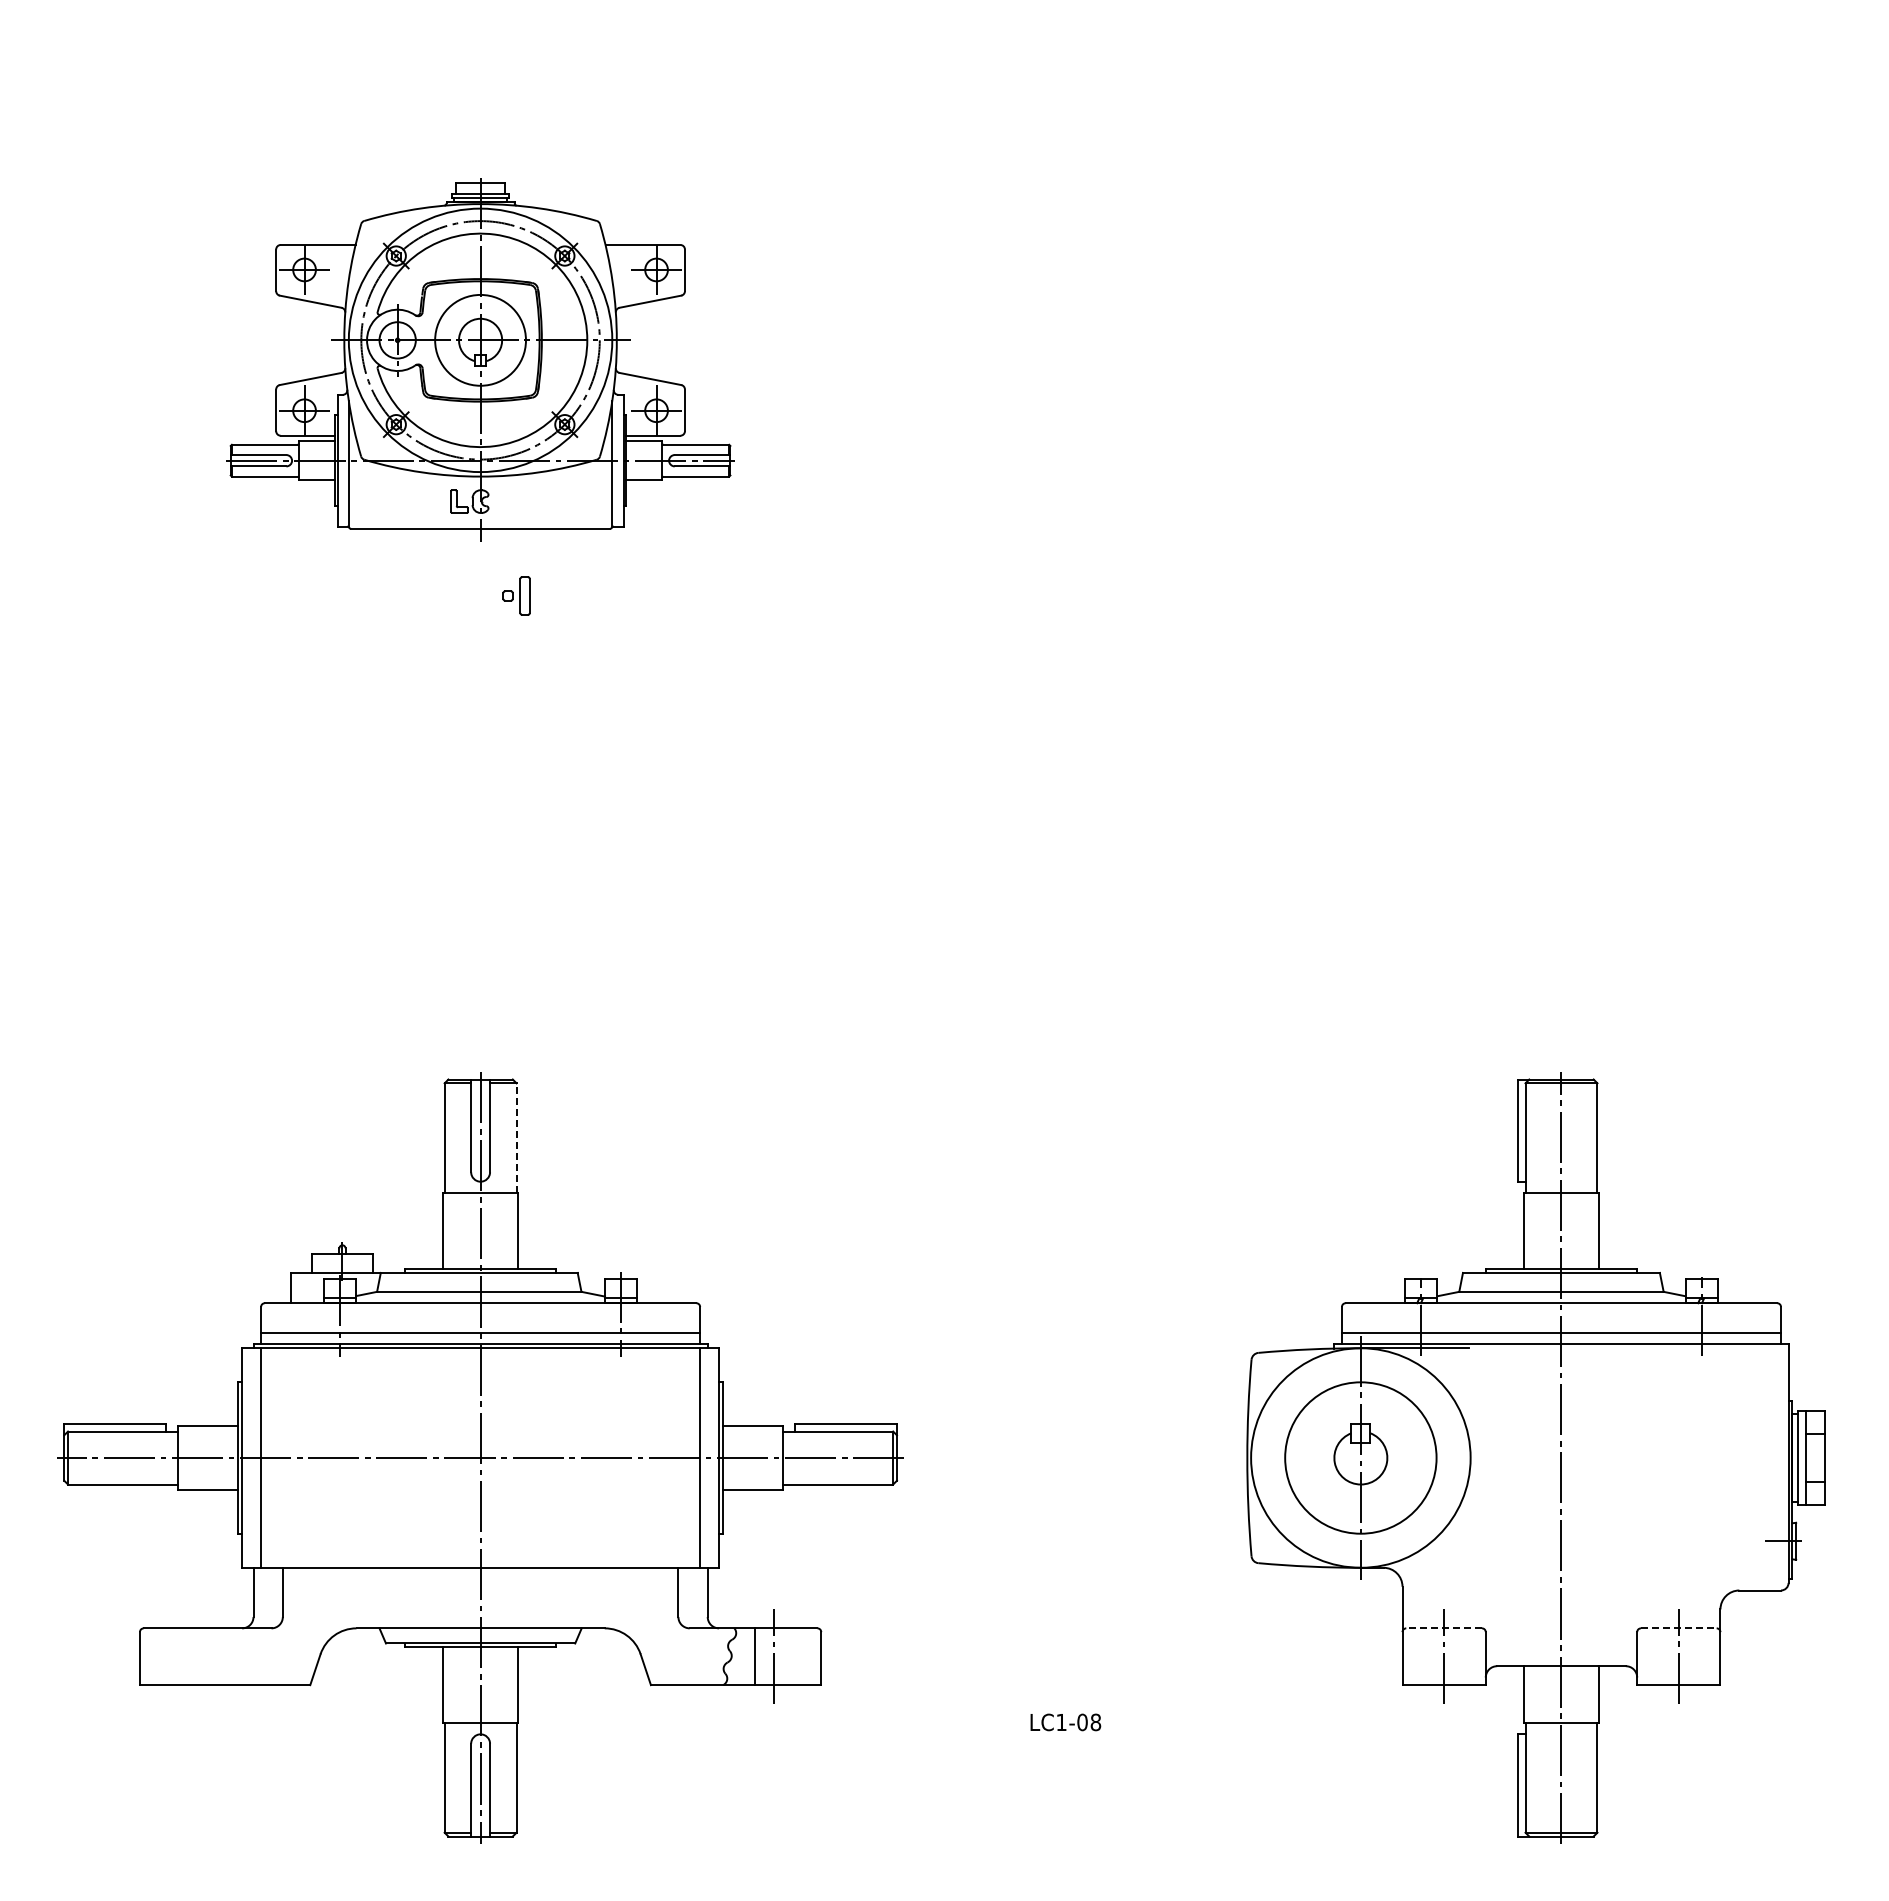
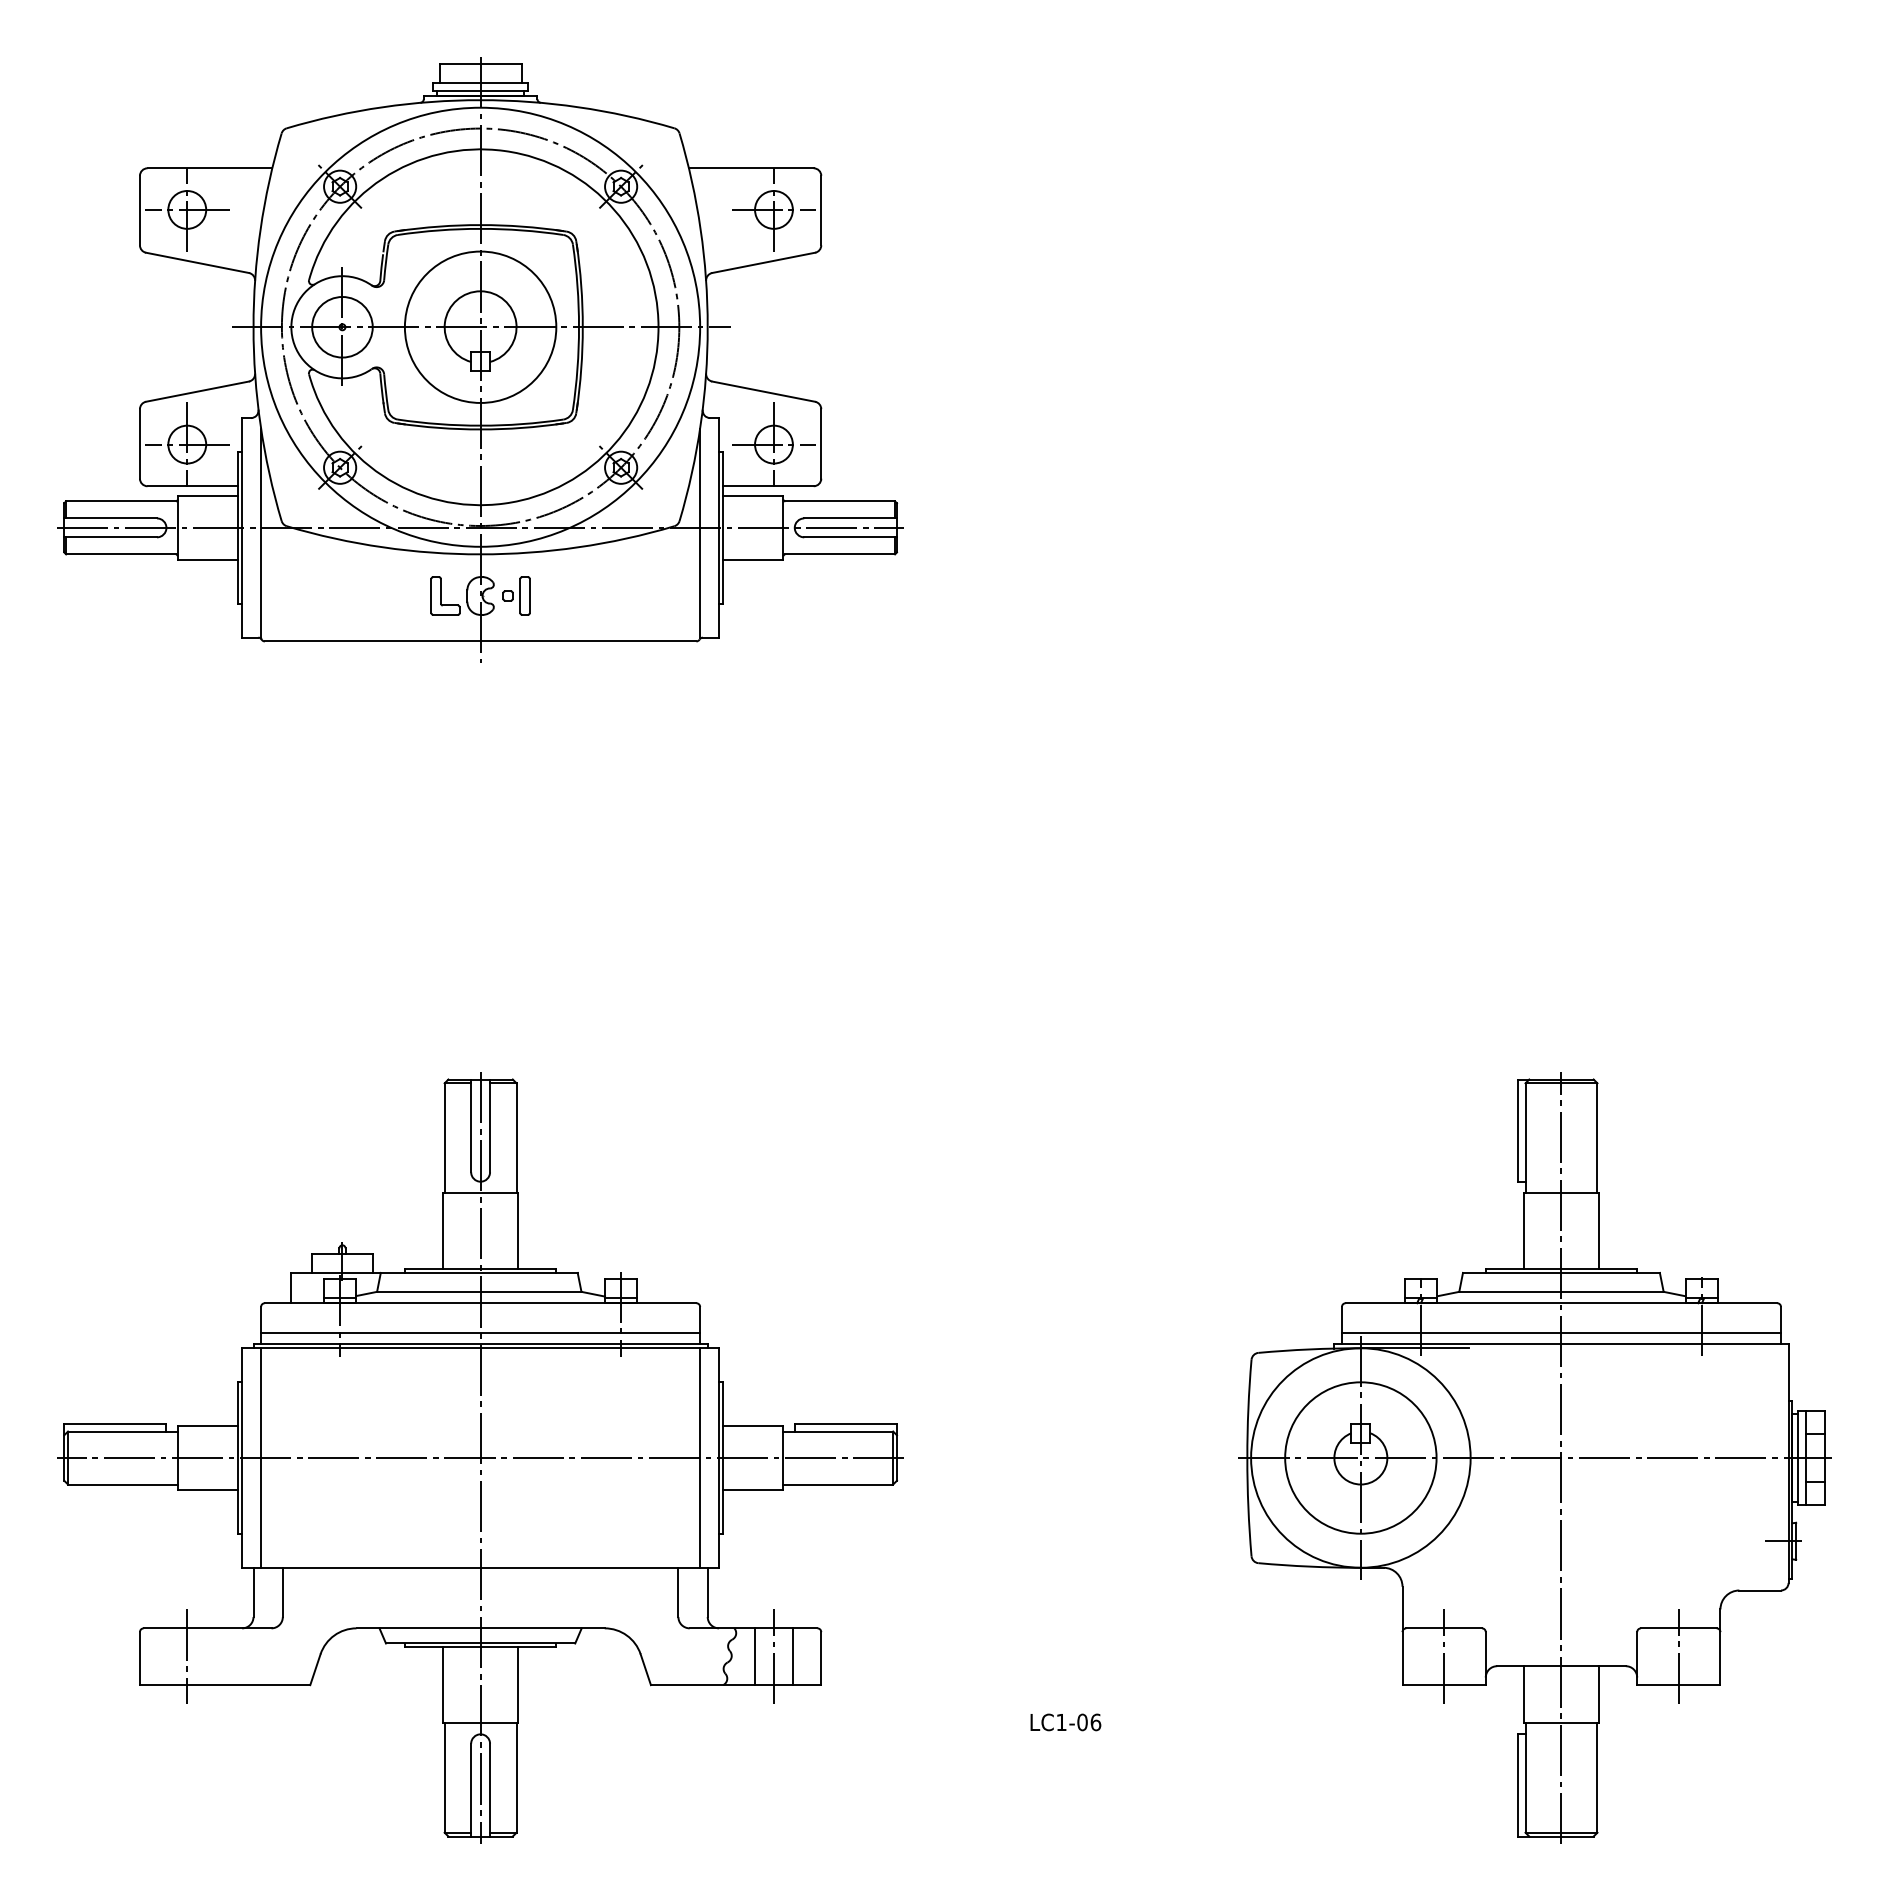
part at (480, 359) size: 509x364 px -> 847x606 px
line at (516, 1138): dashed -> solid
line at (1535, 1458): none -> present
line at (1444, 1628): dashed -> solid
line at (1678, 1628): dashed -> solid
line at (187, 1656): none -> present
line at (792, 1656): none -> present
text at (1095, 1721): LC1-08 -> LC1-06
